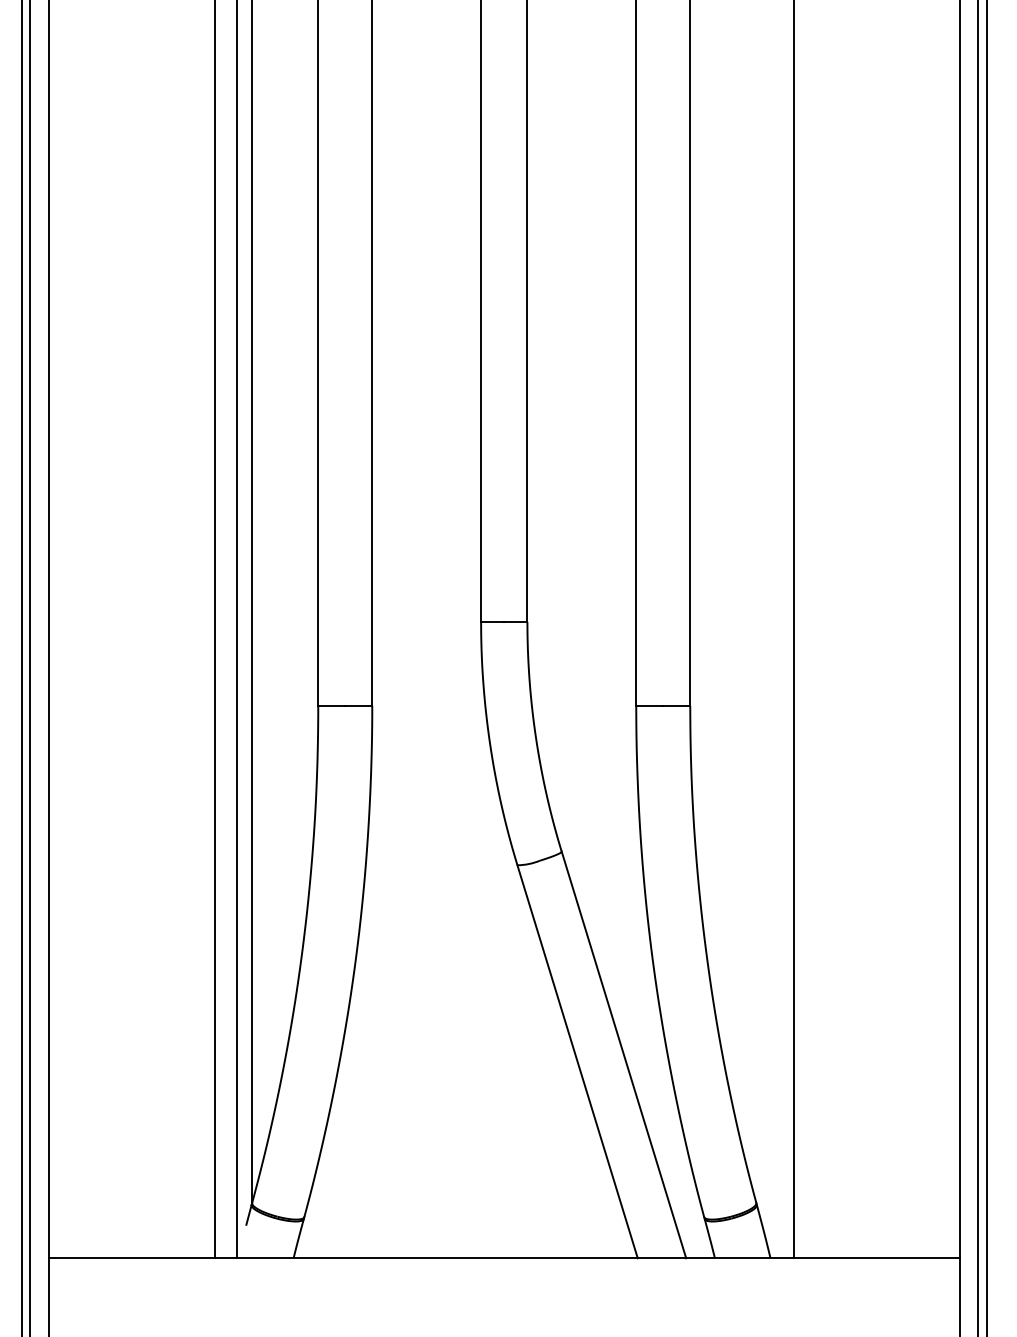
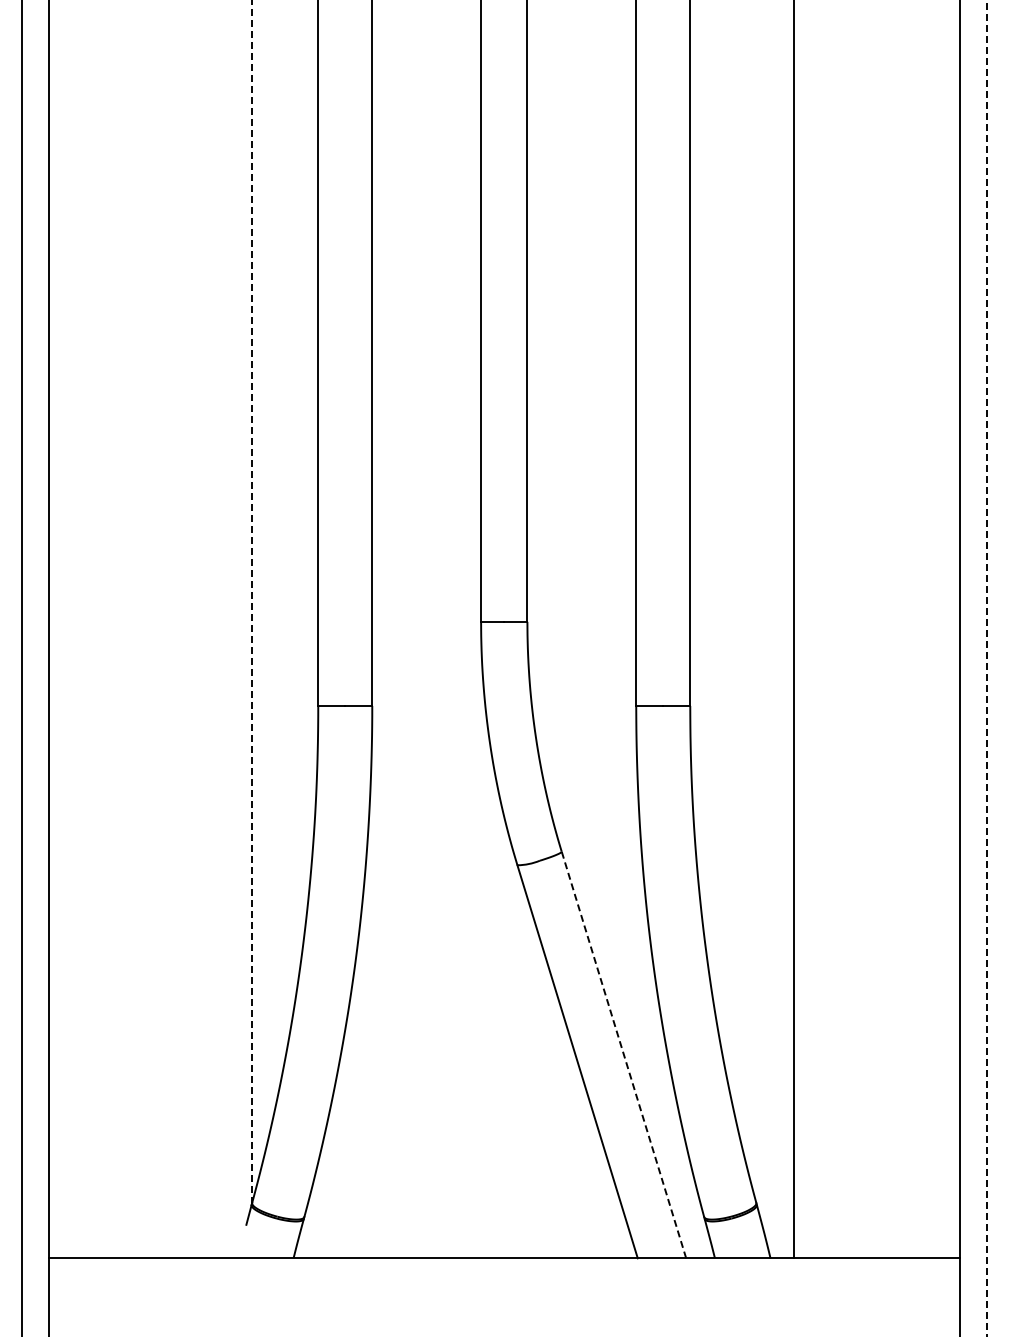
line at (252, 601): solid -> dashed
line at (214, 630): present -> none
line at (237, 630): present -> none
line at (30, 667): present -> none
line at (978, 667): present -> none
line at (986, 668): solid -> dashed
line at (623, 1055): solid -> dashed
